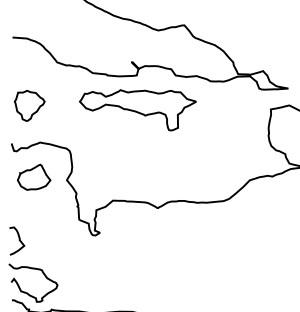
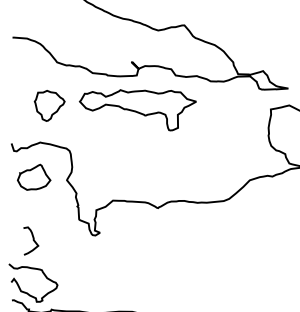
part at (29, 105) position: (29, 105) -> (49, 105)
curve at (18, 239) position: (18, 239) -> (32, 239)
